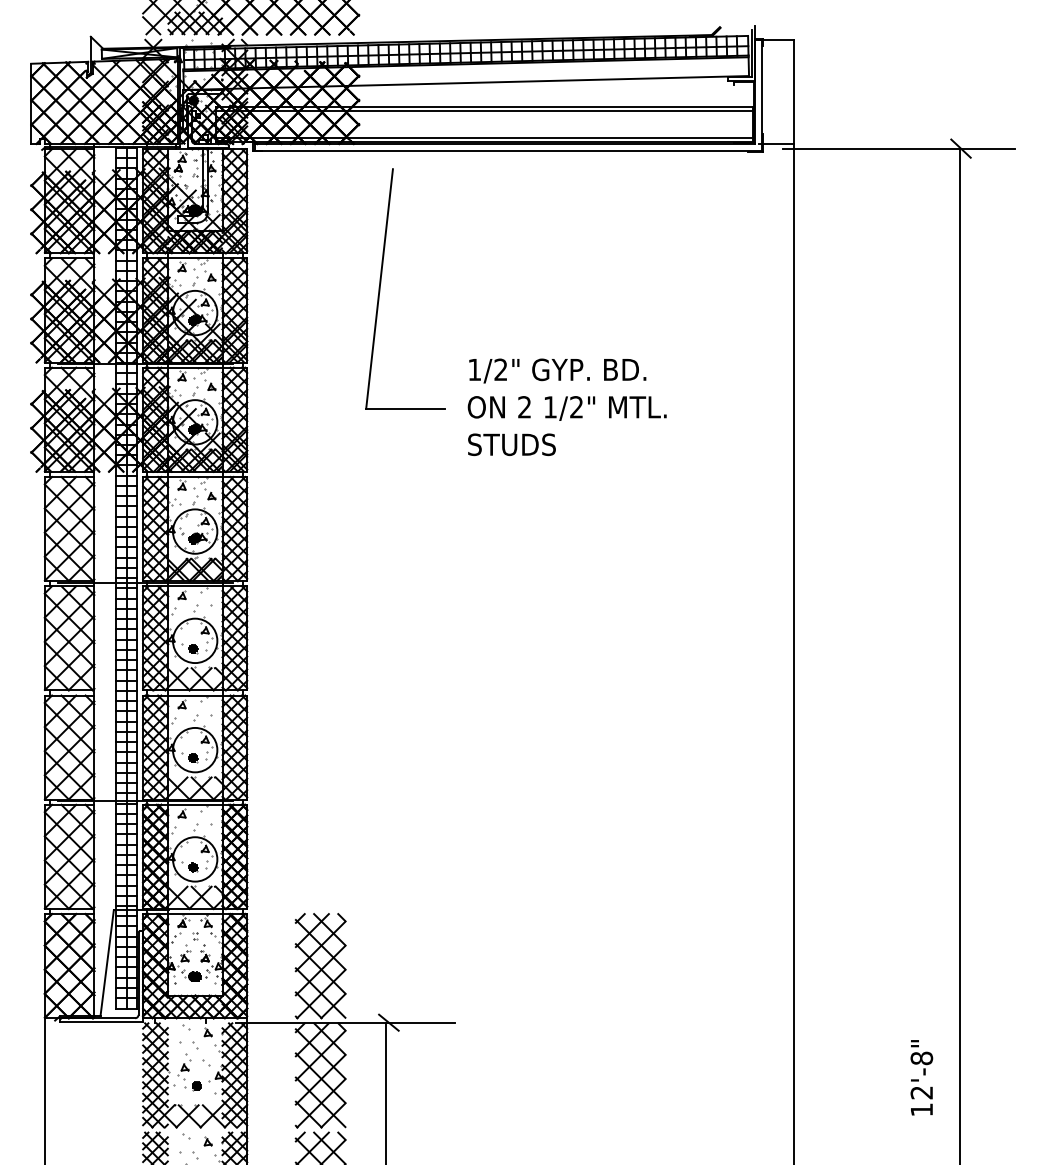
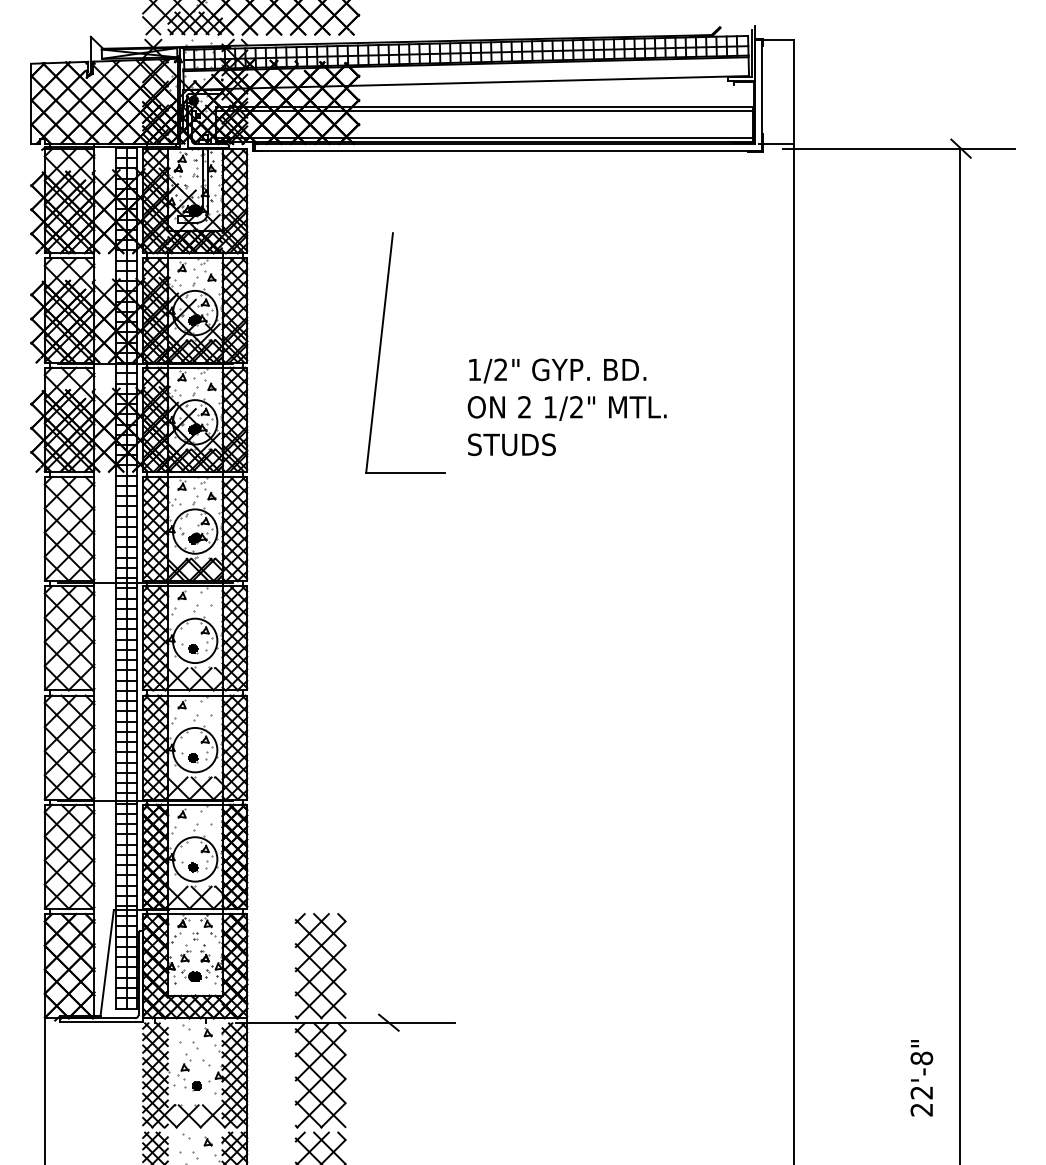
part at (381, 283) position: (381, 283) -> (381, 347)
line at (386, 1092): present -> none
text at (921, 1109): 12'-8" -> 22'-8"
